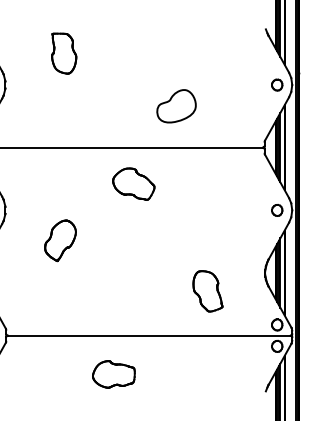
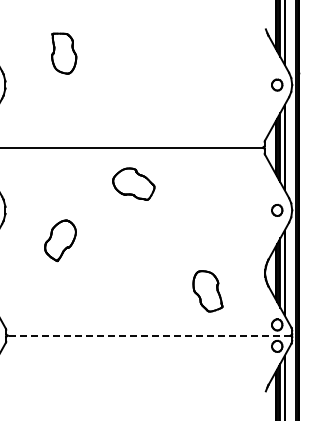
part at (176, 106): present -> none
line at (148, 335): solid -> dashed
part at (113, 374): present -> none
